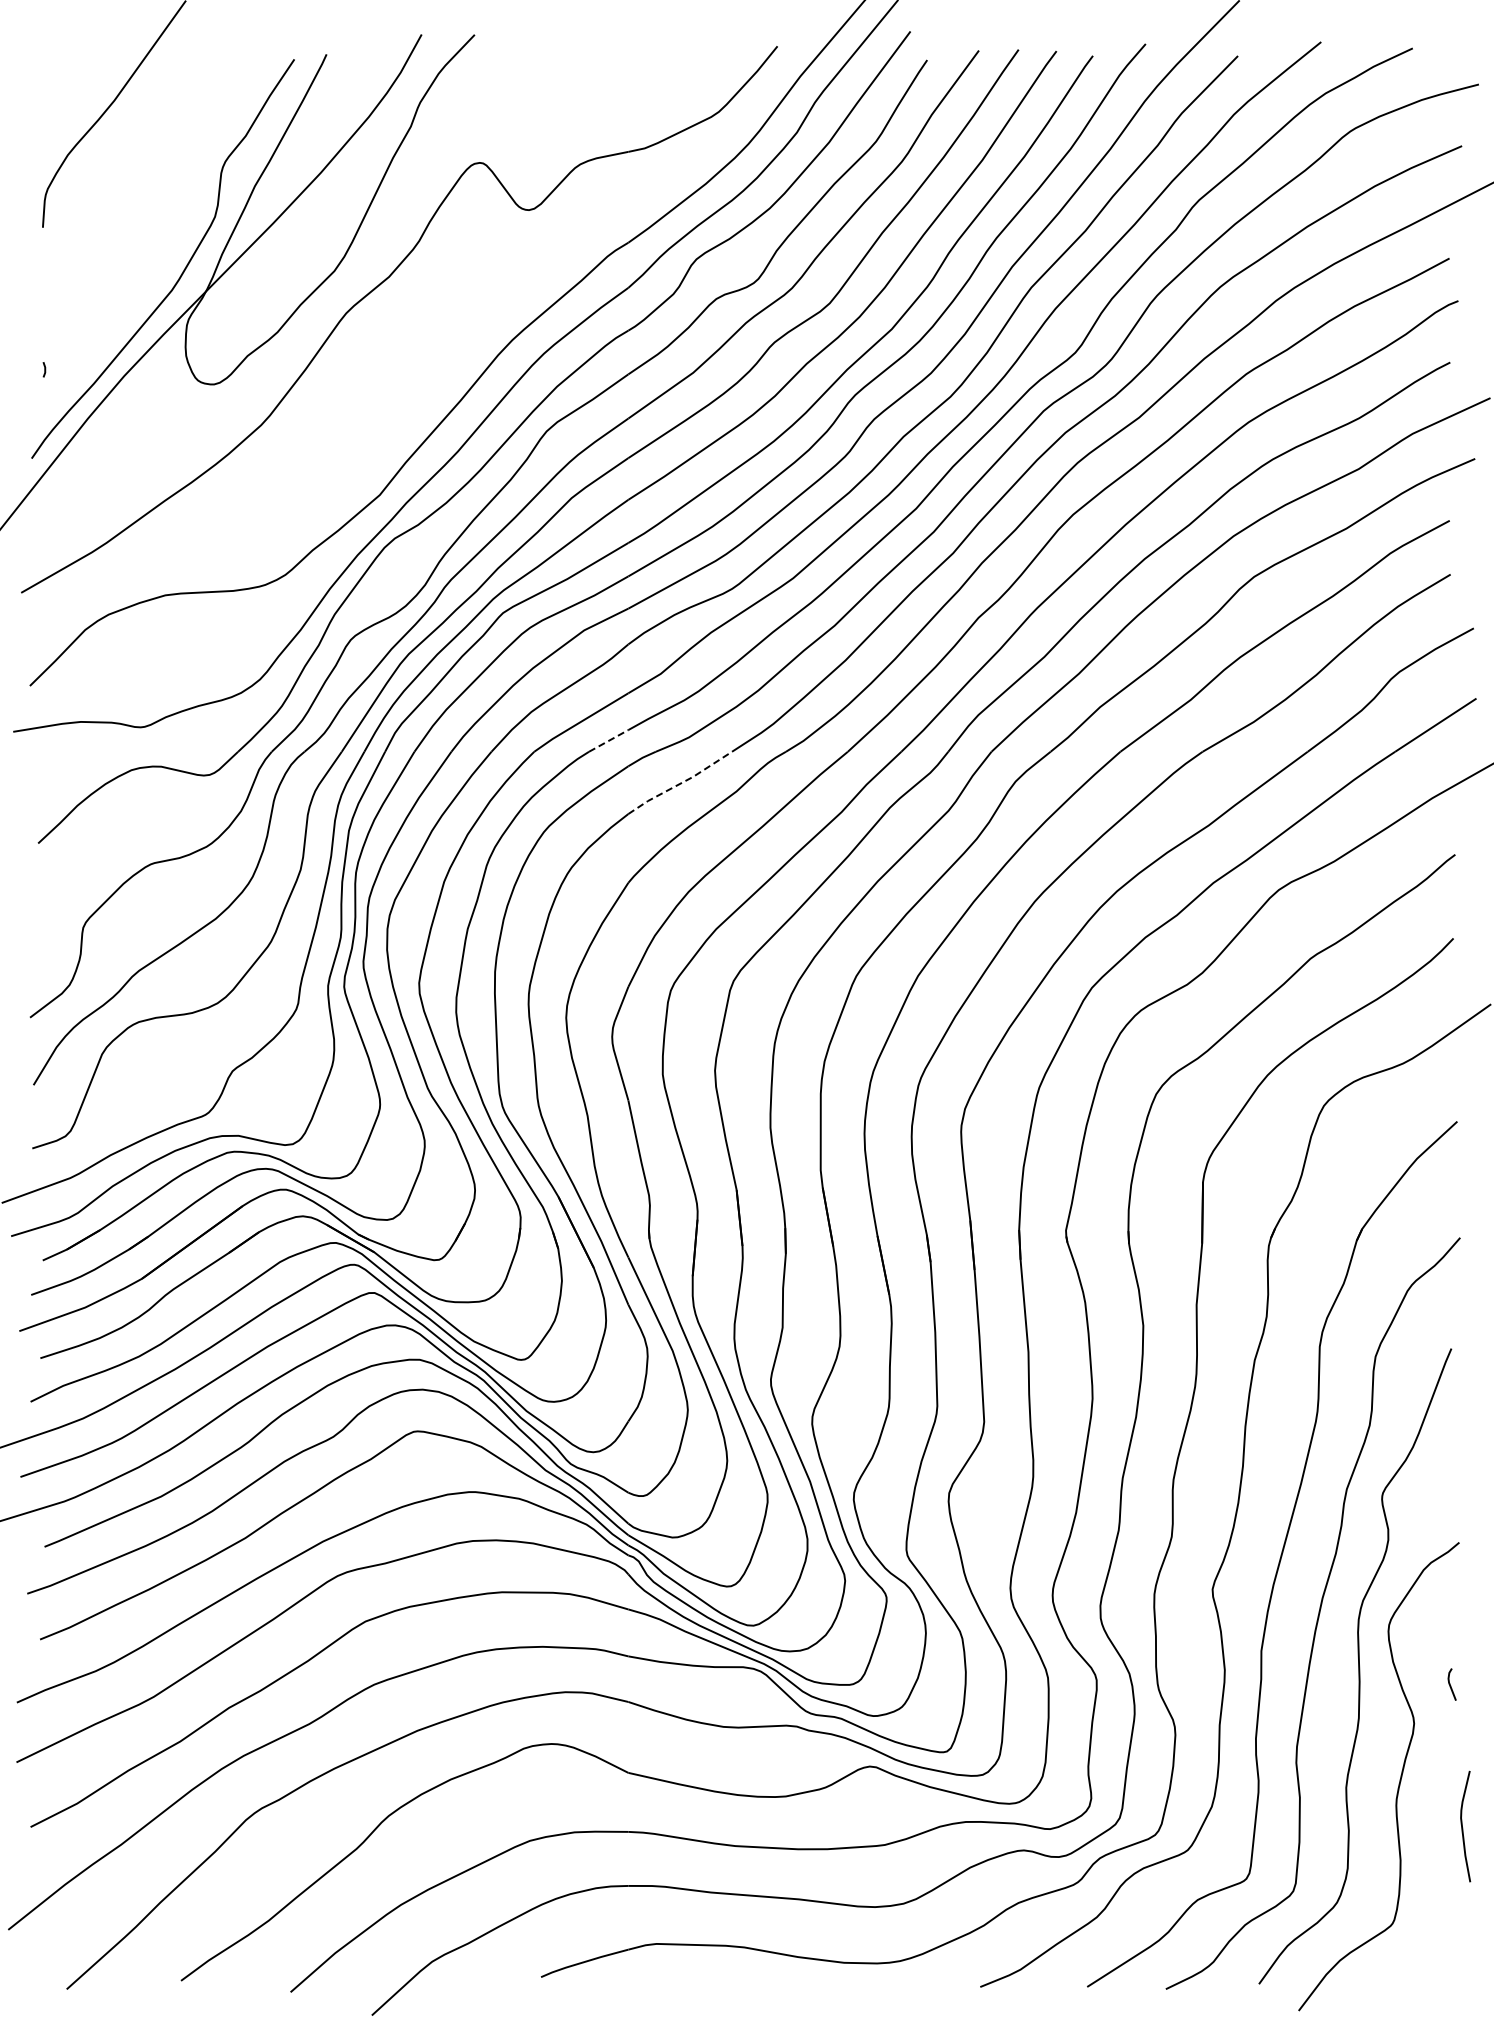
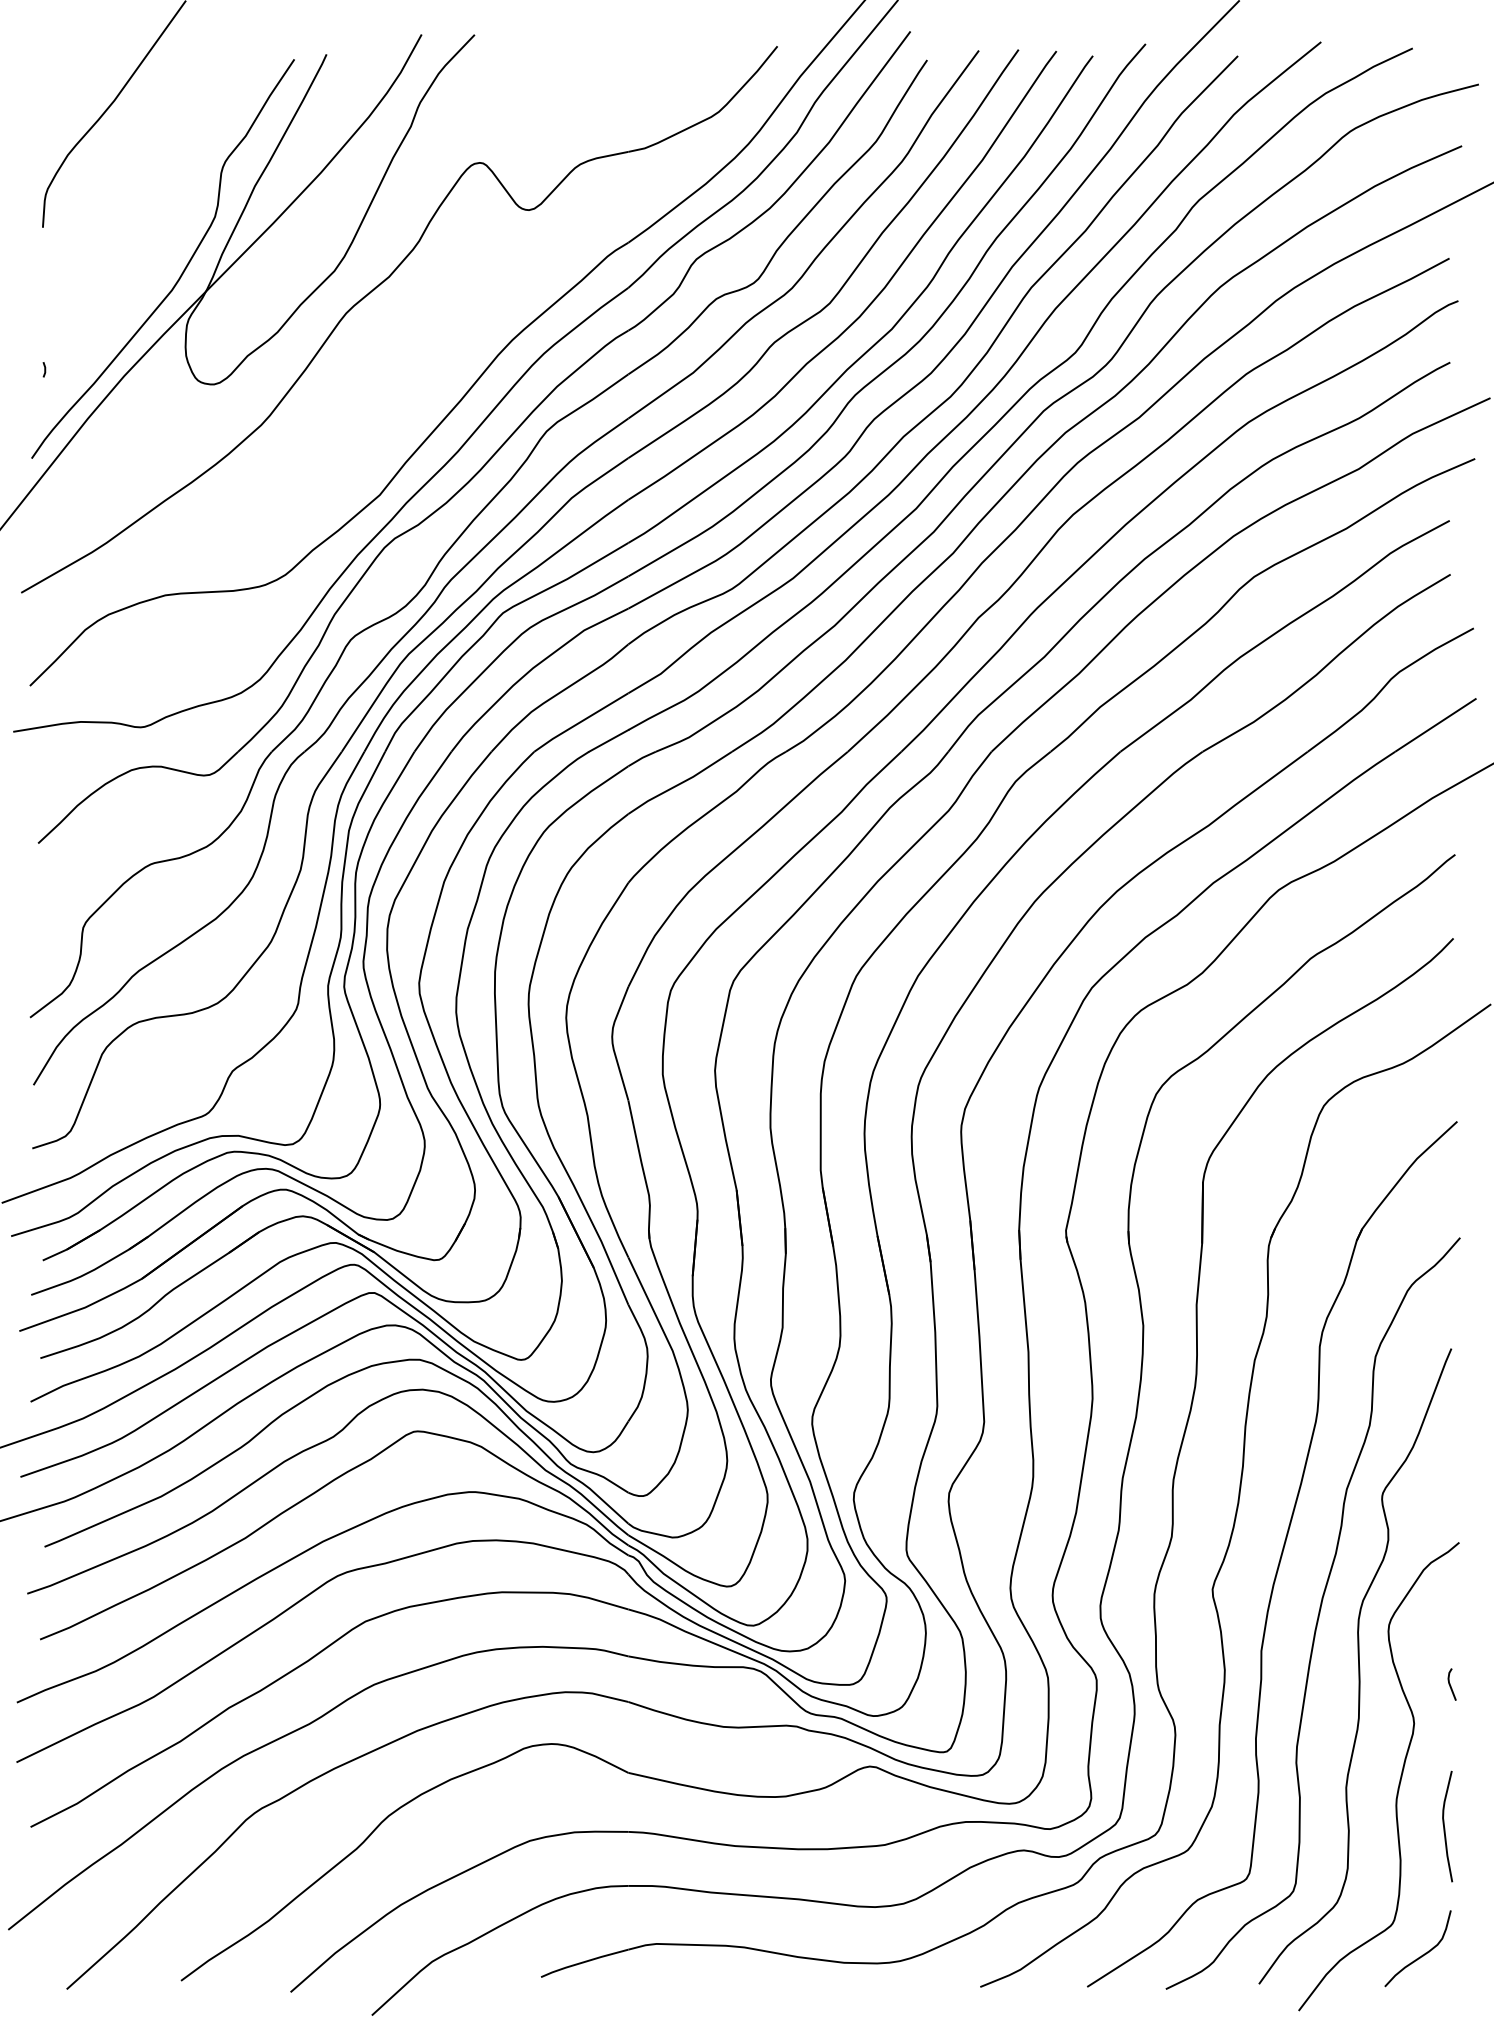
line at (609, 740): dashed -> solid
line at (681, 783): dashed -> solid
curve at (1463, 1828) position: (1463, 1828) -> (1445, 1828)
curve at (1422, 1954): none -> present
